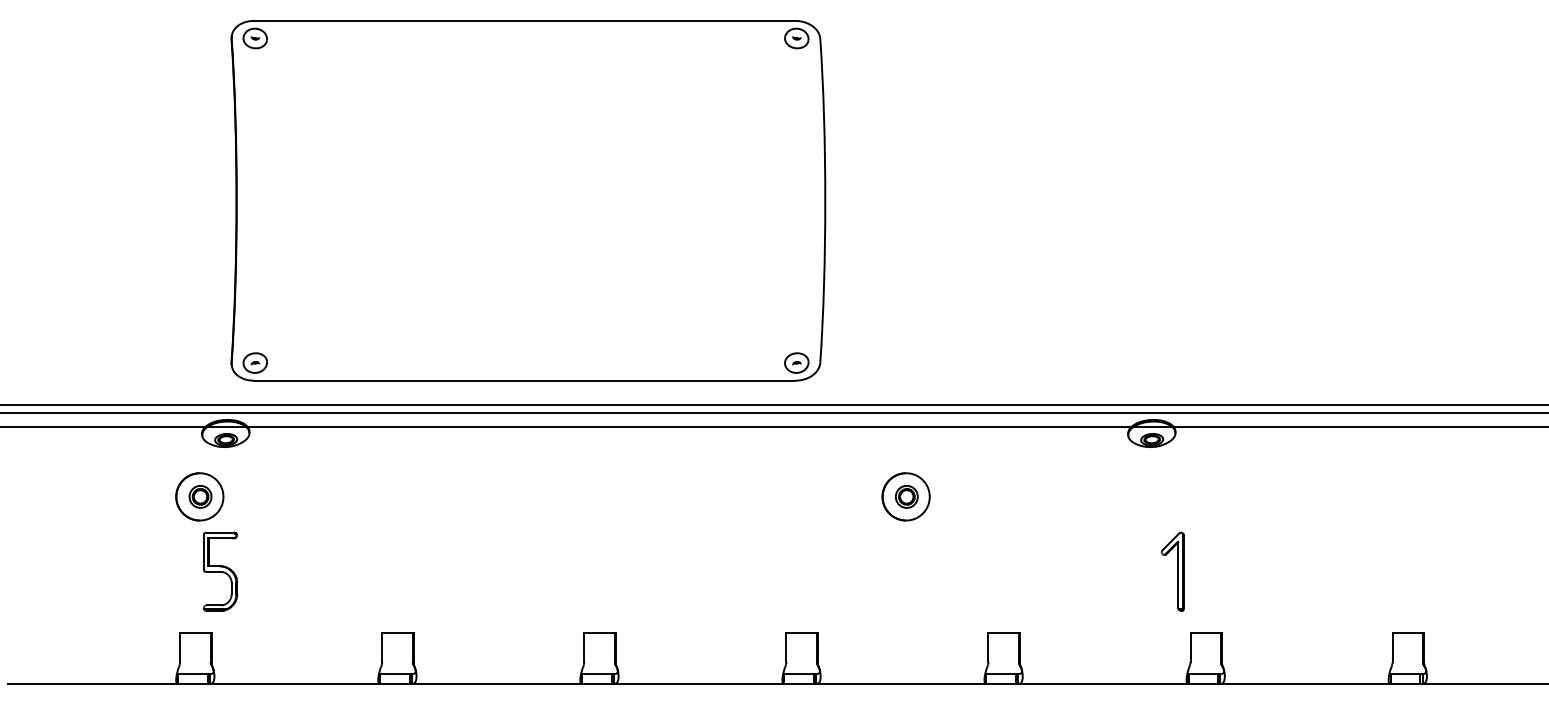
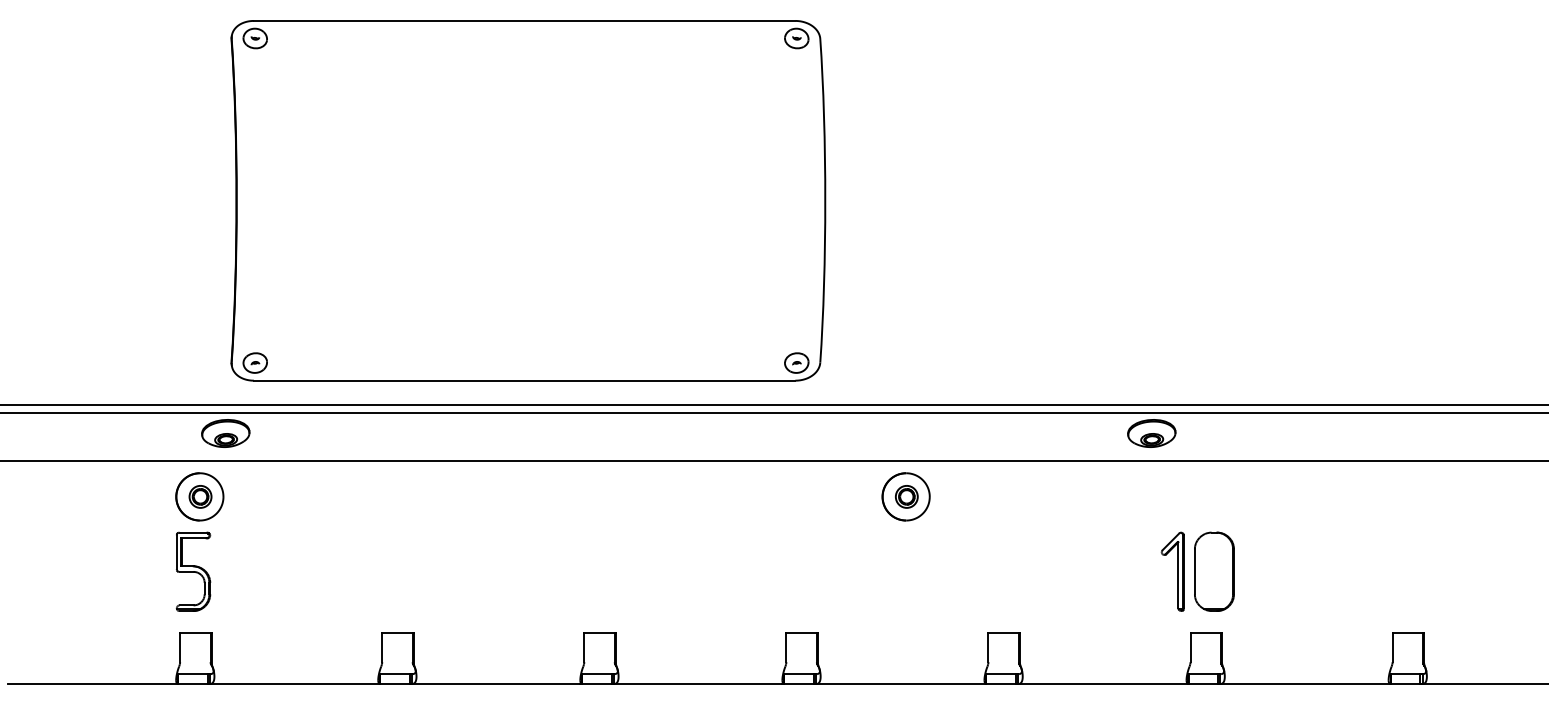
line at (773, 427) position: (773, 427) -> (773, 461)
part at (220, 571) position: (220, 571) -> (193, 571)
part at (1214, 571): none -> present
